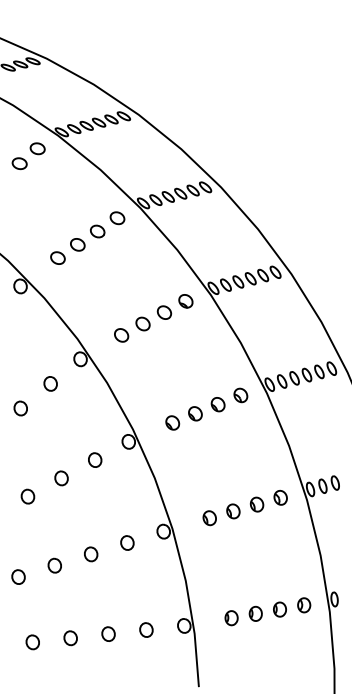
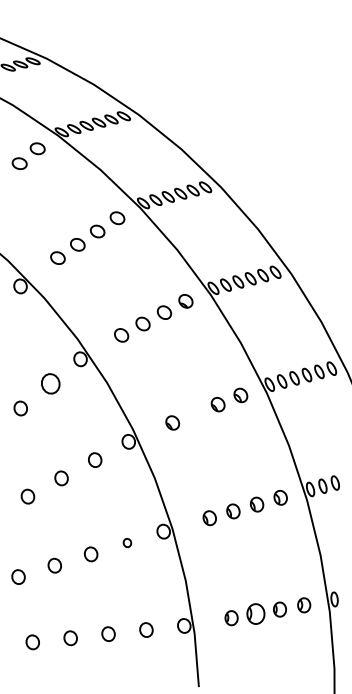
part at (50, 383) size: 15x16 px -> 20x22 px
part at (195, 413): present -> none
part at (127, 542) size: 15x16 px -> 11x11 px
part at (255, 613) size: 15x17 px -> 20x22 px
